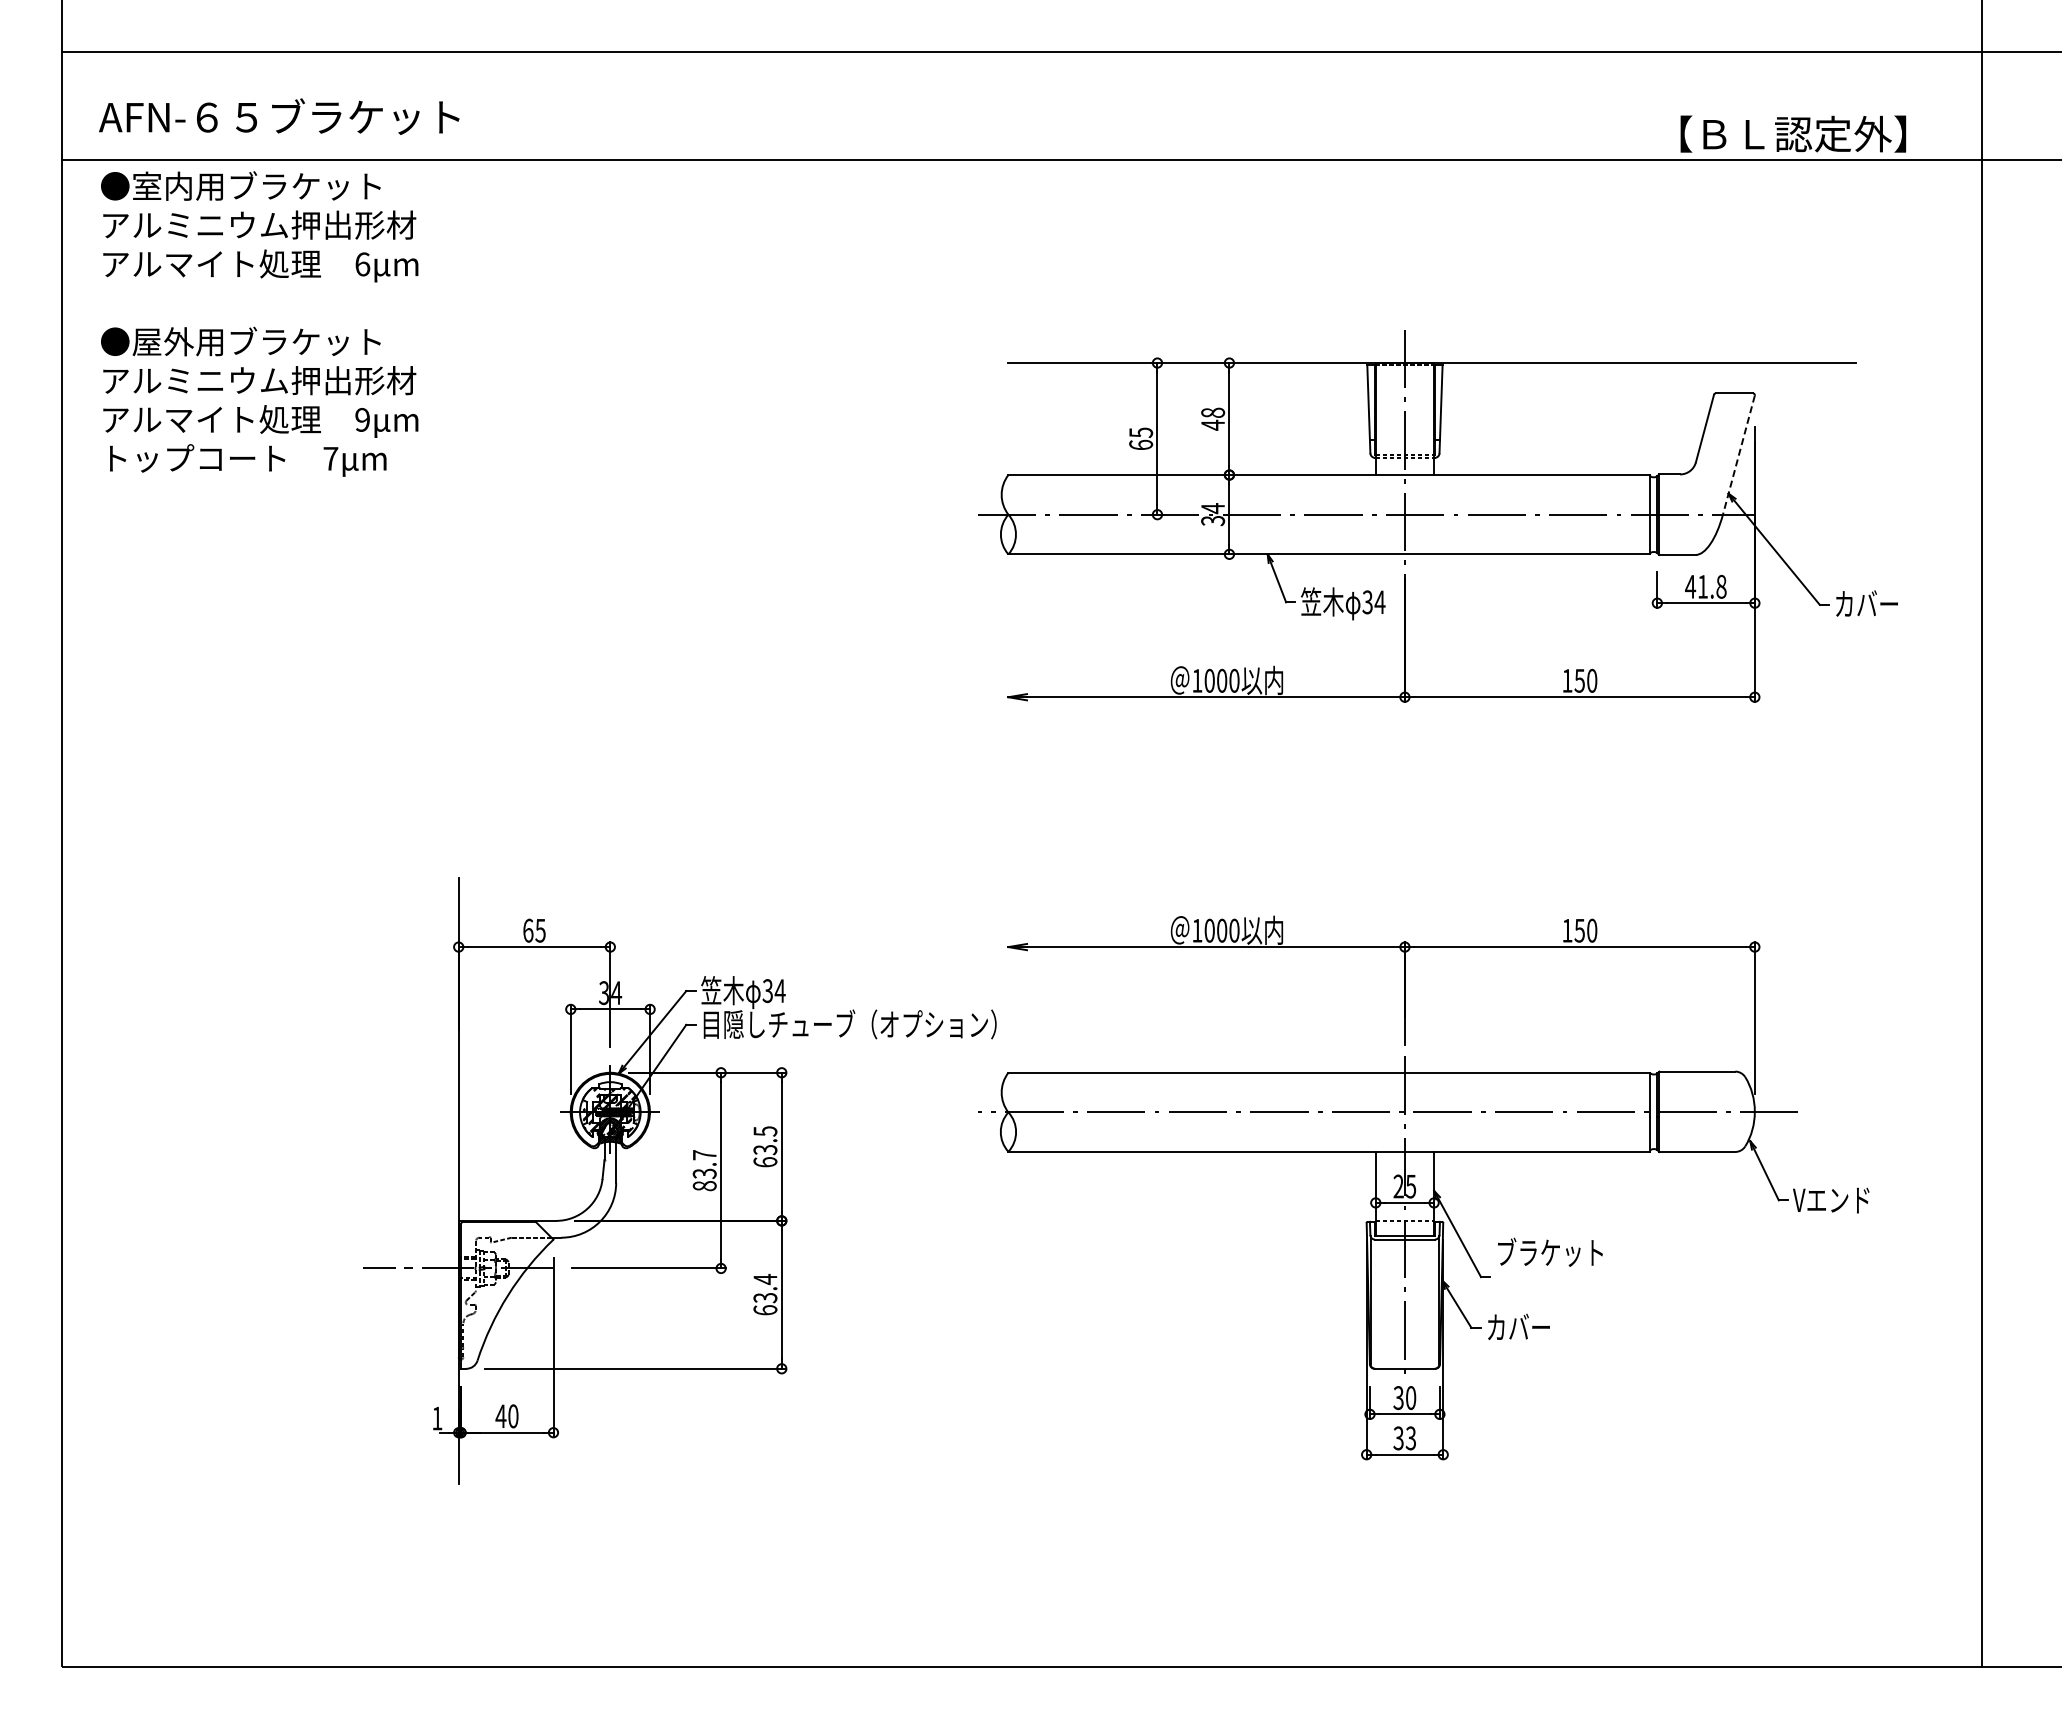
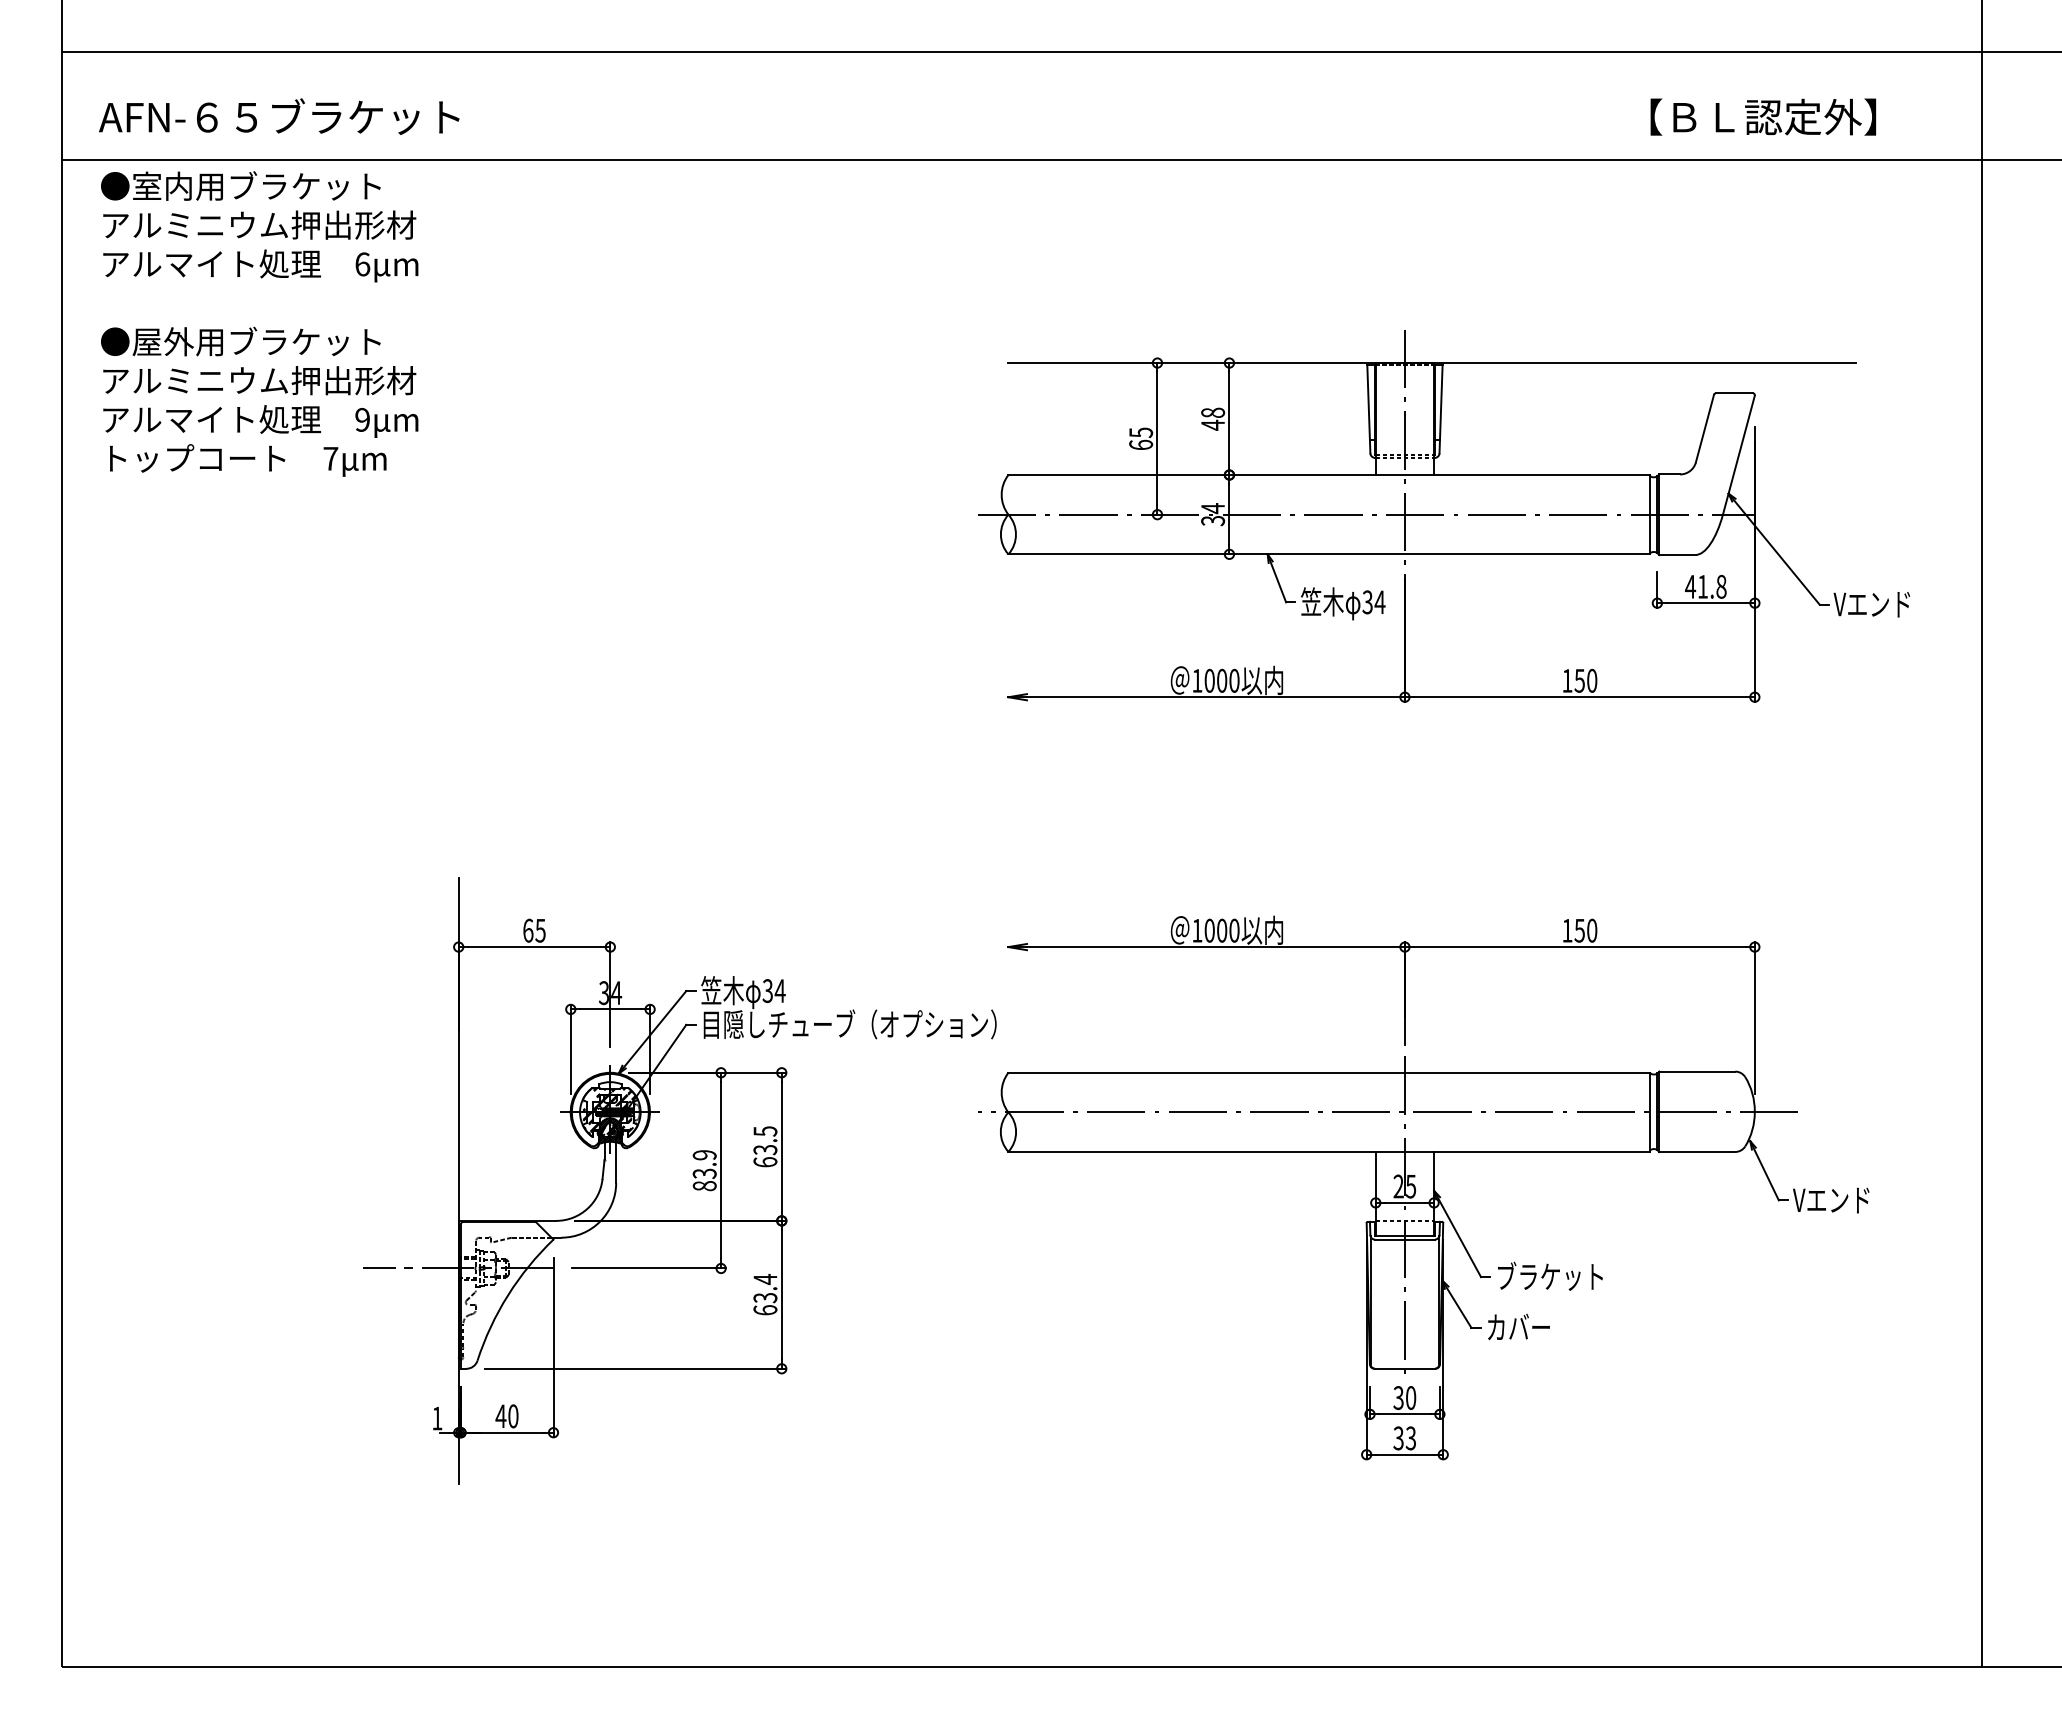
text at (1793, 133) position: (1793, 133) -> (1763, 116)
line at (1738, 455): dashed -> solid
text at (1871, 603): カバー -> Vエンド
text at (704, 1155): 83.7 -> 83.9
text at (1550, 1251) position: (1550, 1251) -> (1550, 1275)
